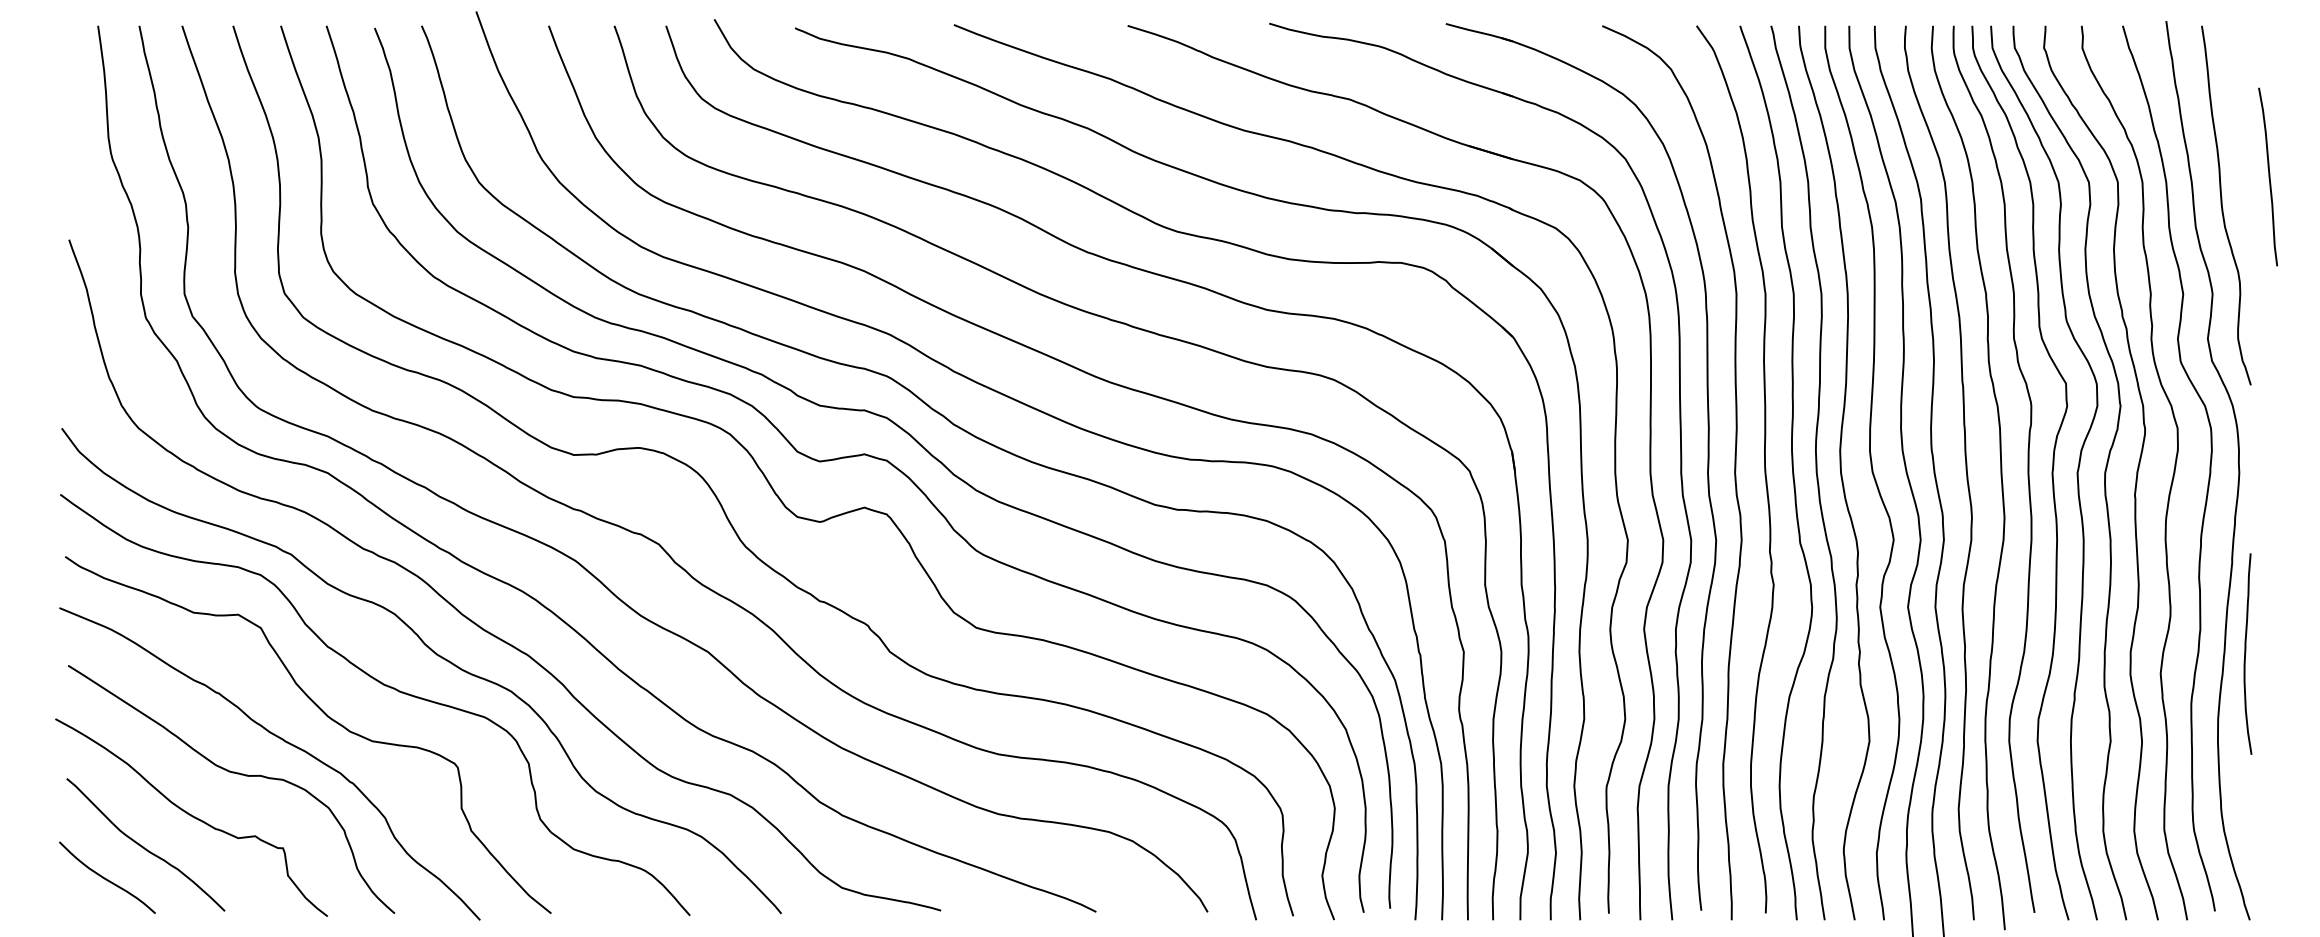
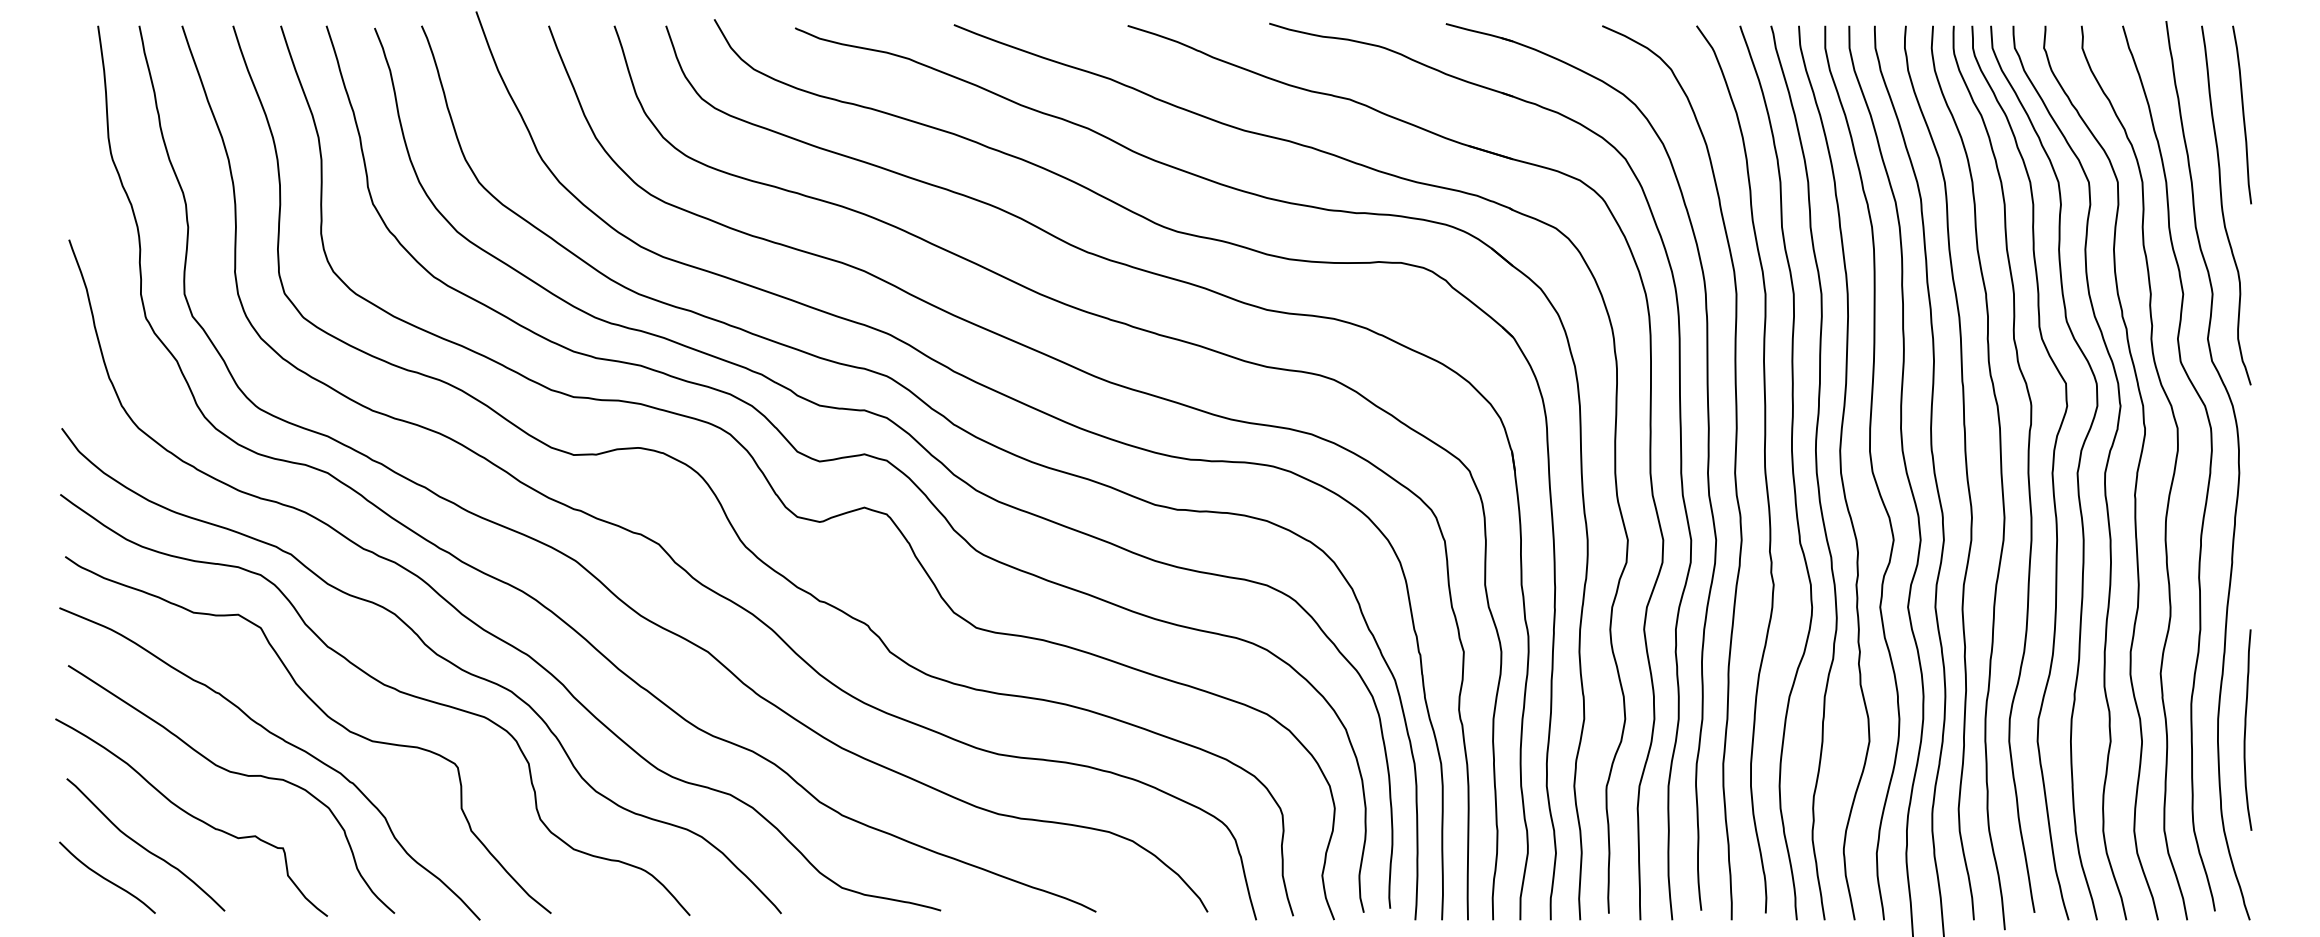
curve at (2268, 176) position: (2268, 176) -> (2242, 114)
curve at (2246, 653) position: (2246, 653) -> (2246, 729)
